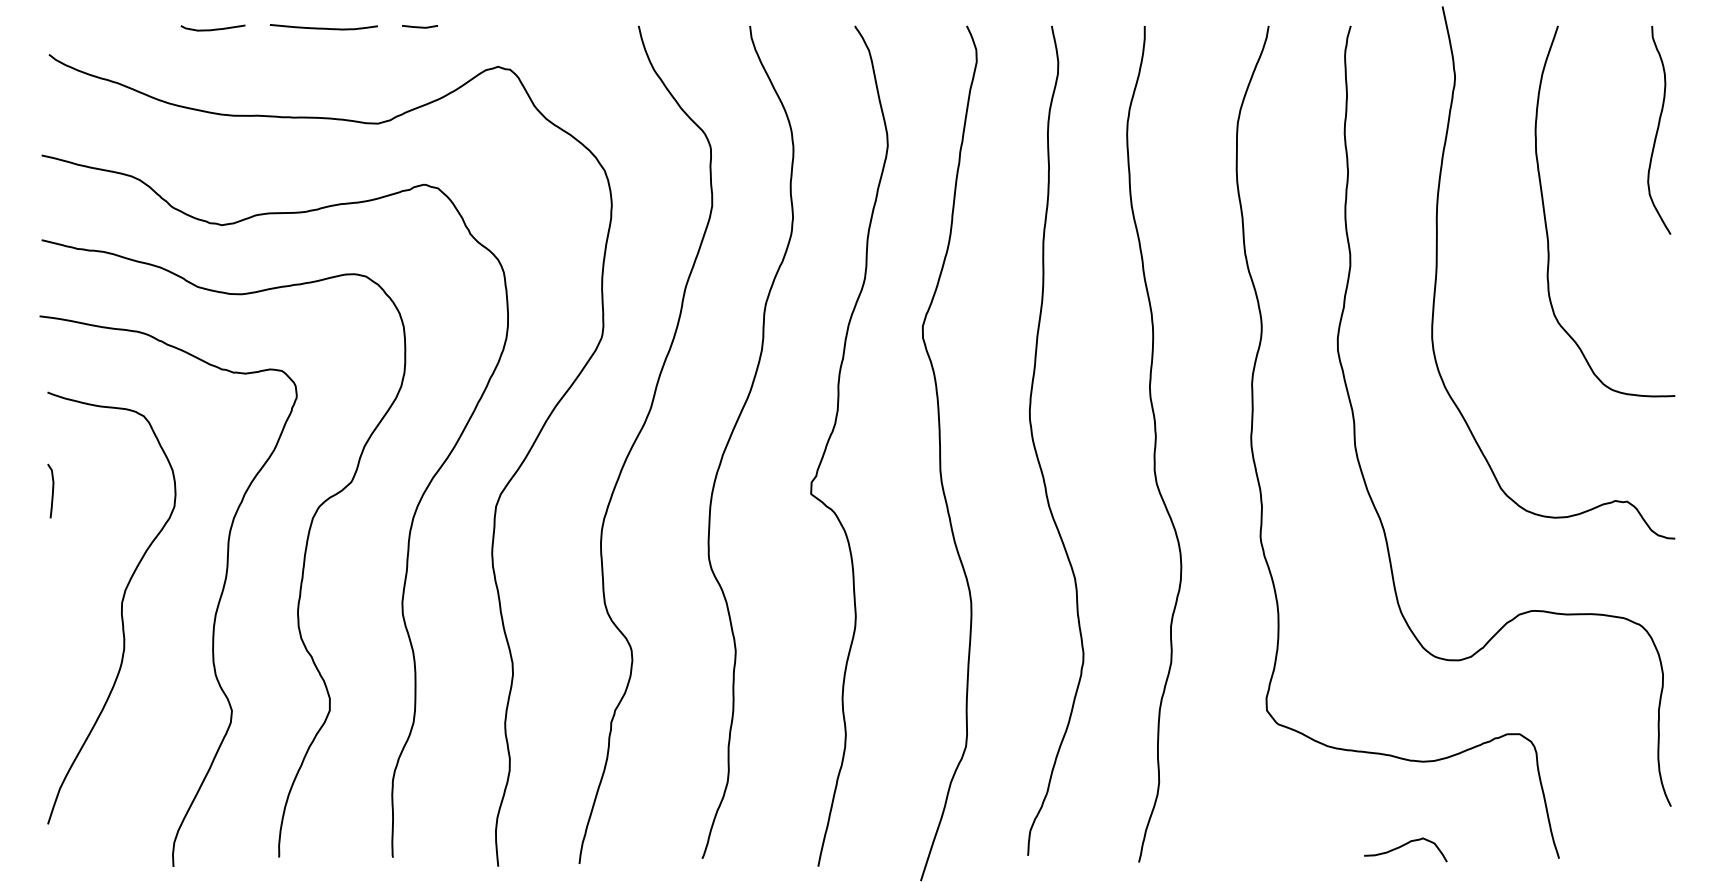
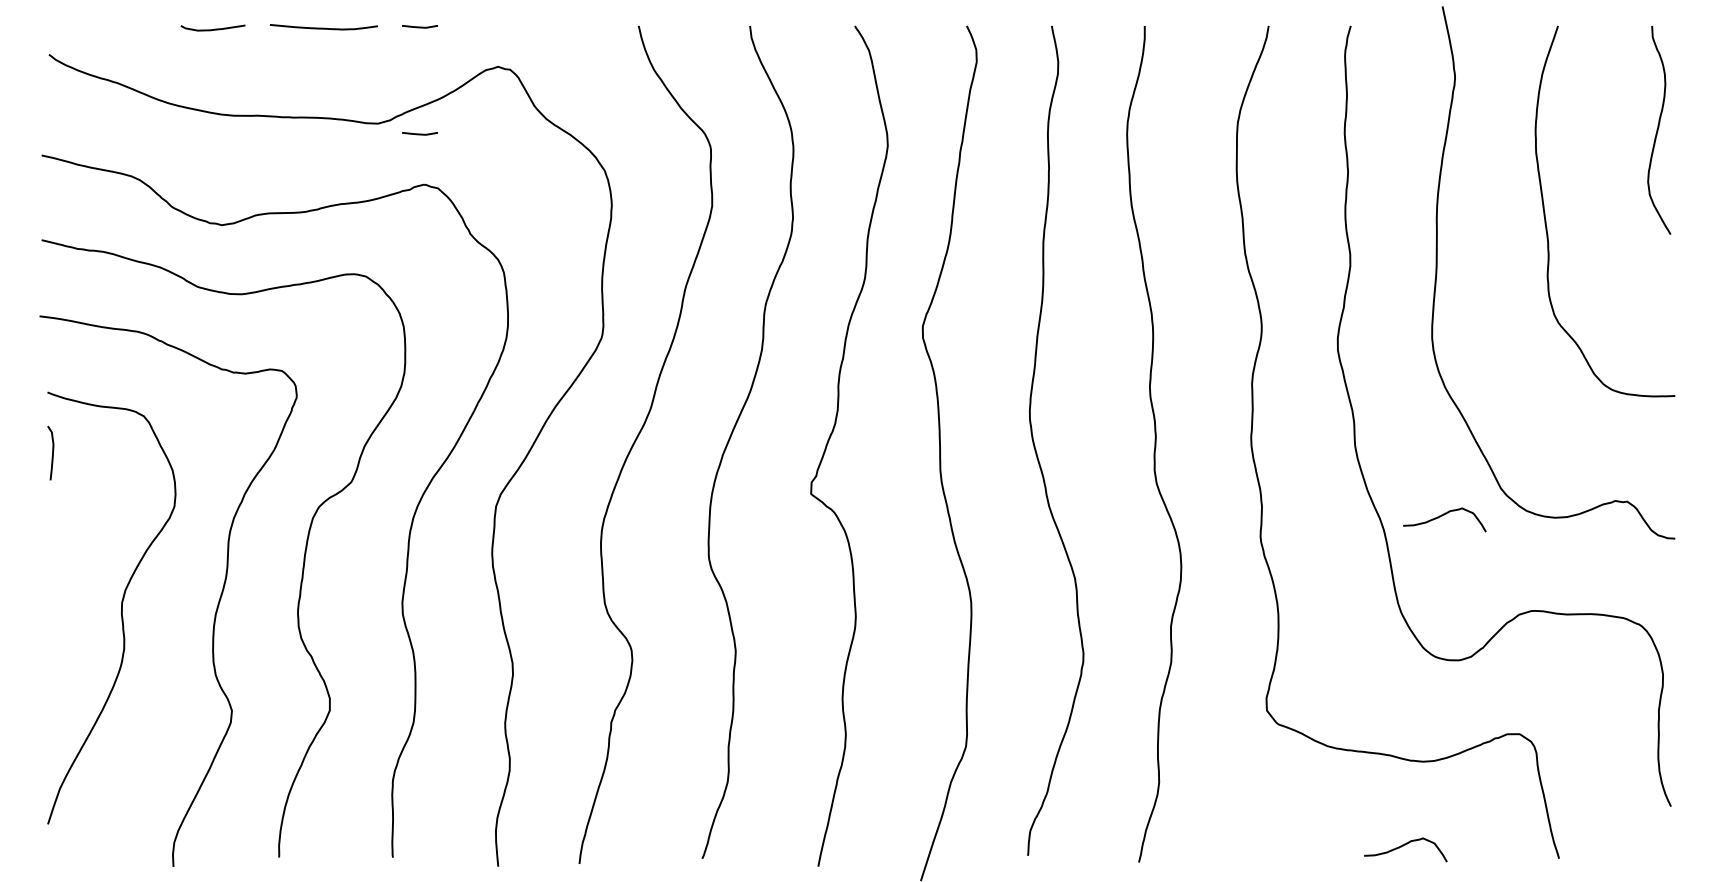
line at (420, 133): none -> present
curve at (52, 490) position: (52, 490) -> (52, 452)
curve at (1442, 516): none -> present
